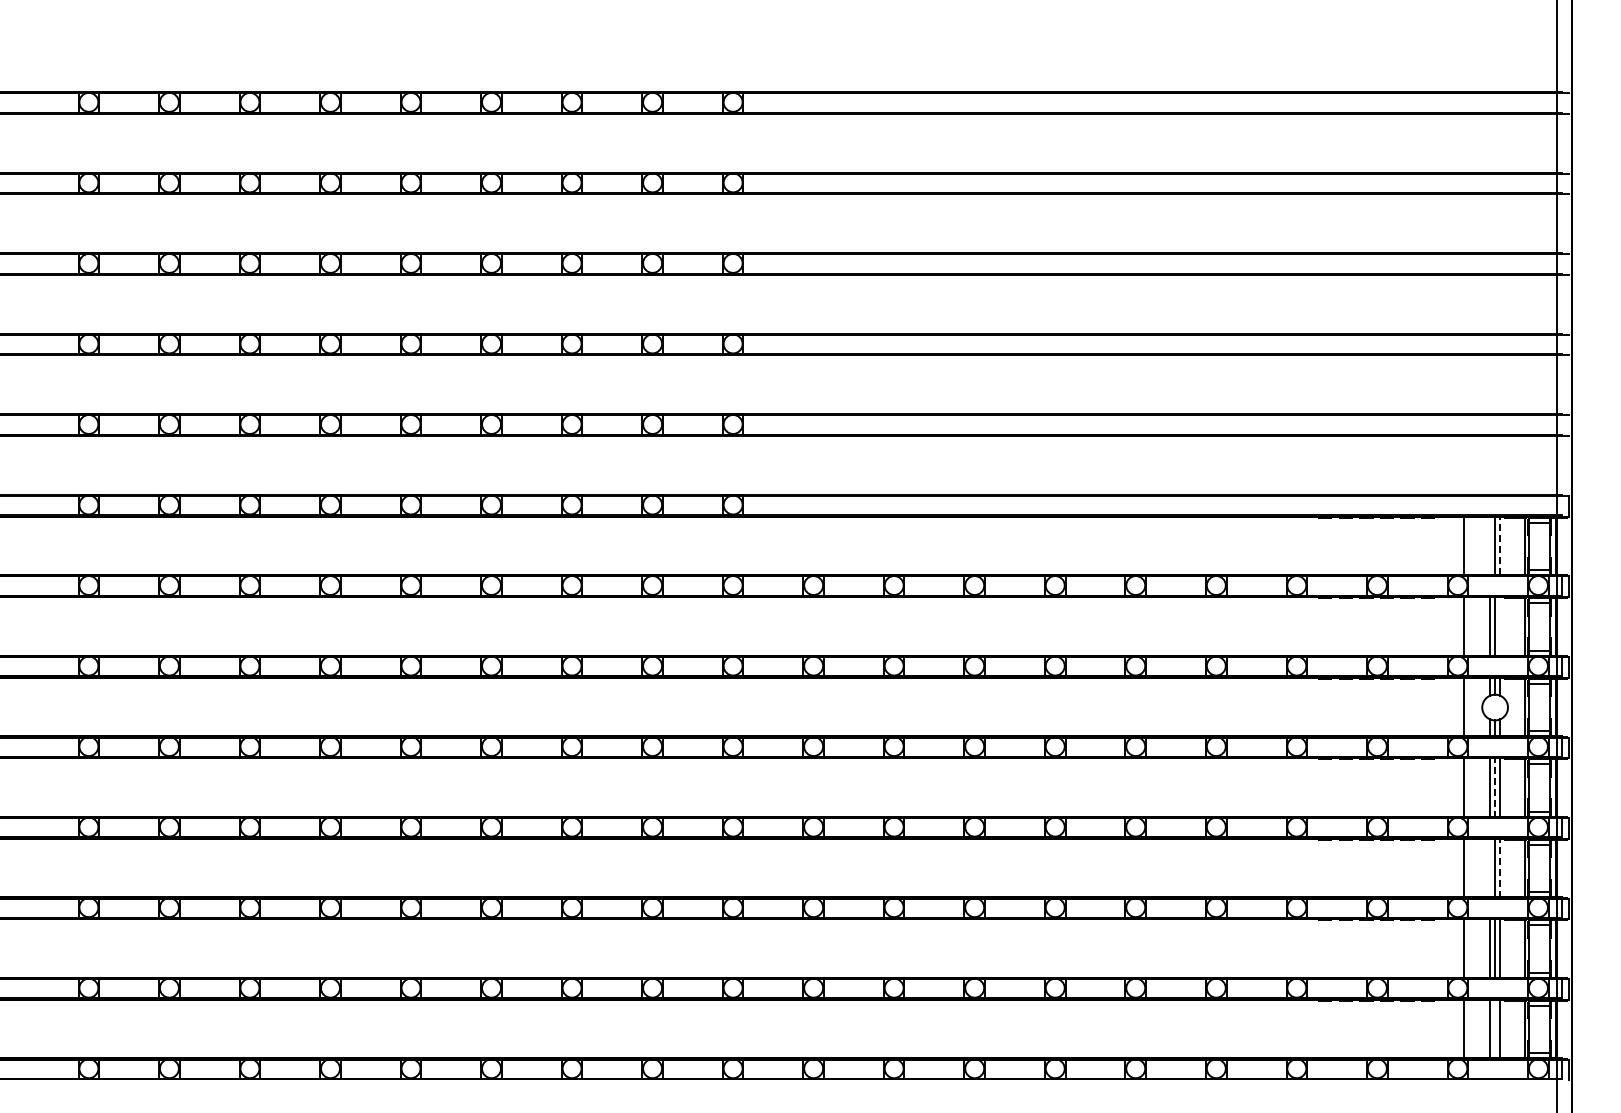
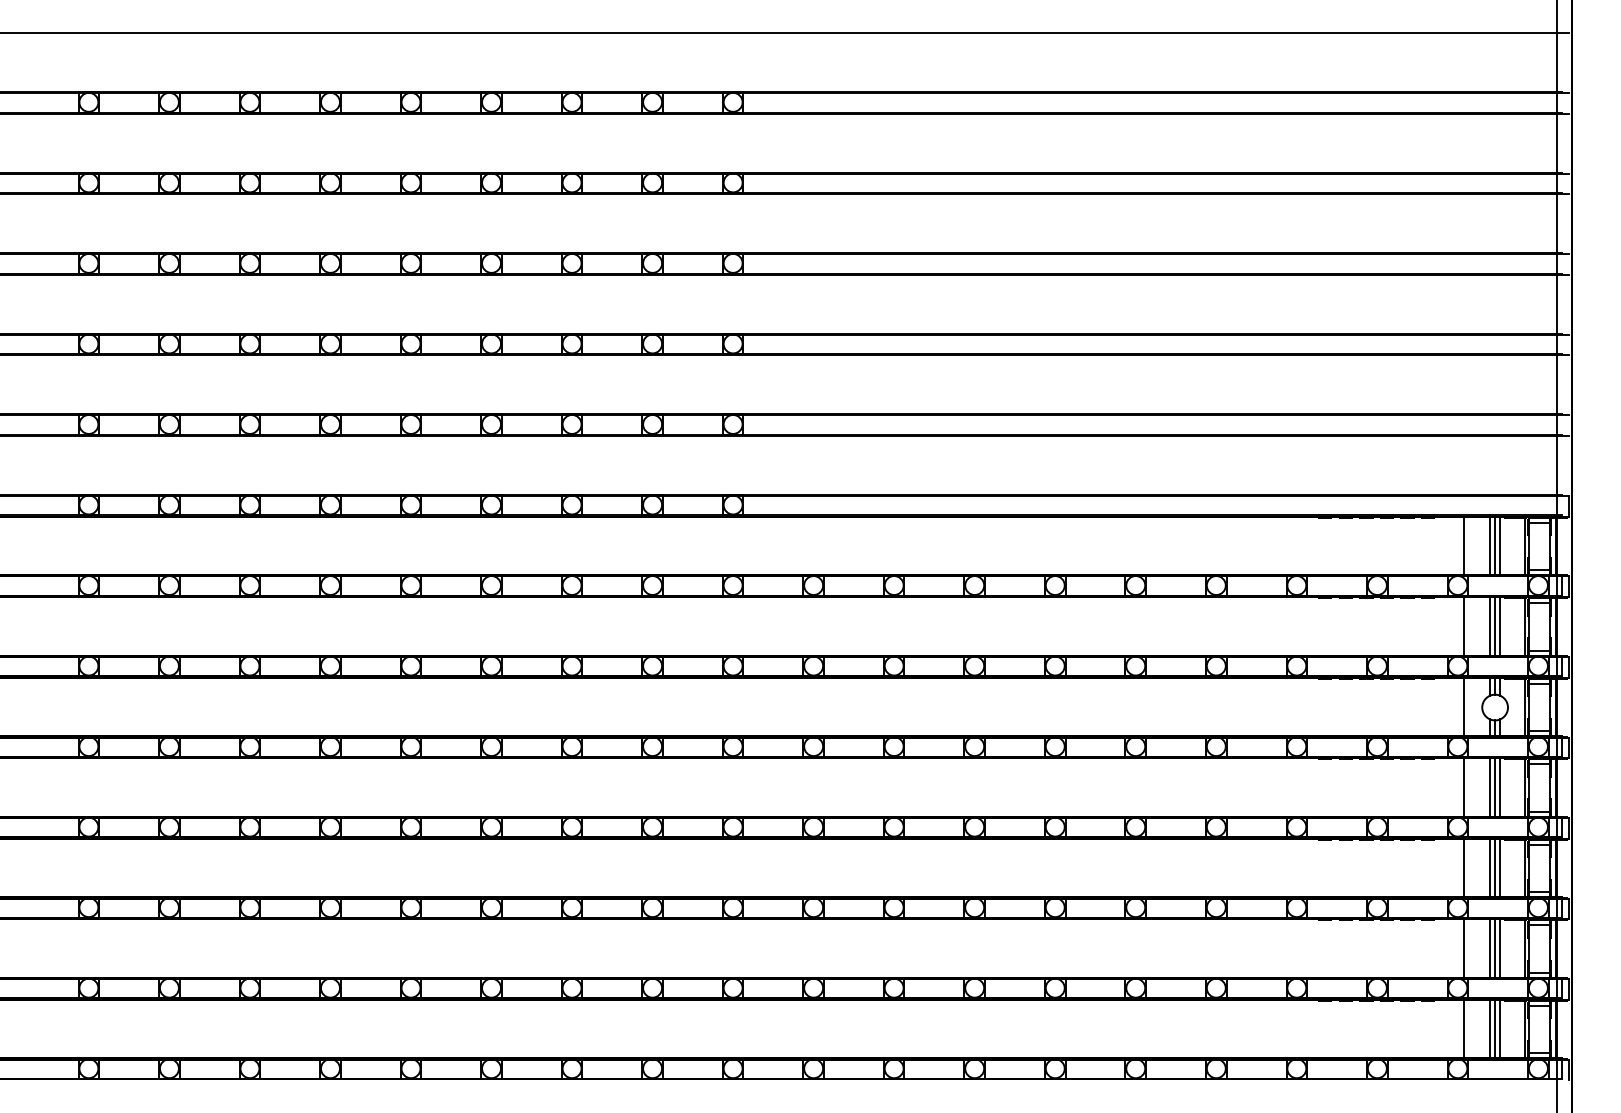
line at (785, 33): none -> present
line at (1489, 546): none -> present
line at (1500, 546): dashed -> solid
line at (1500, 626): none -> present
line at (1495, 788): dashed -> solid
line at (1489, 868): none -> present
line at (1500, 868): dashed -> solid
line at (1495, 1029): none -> present
